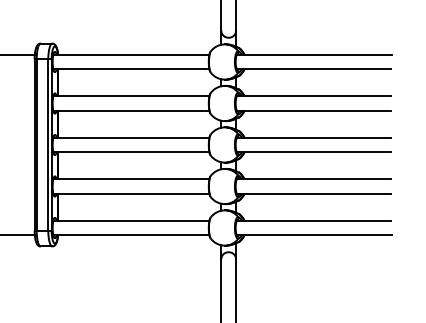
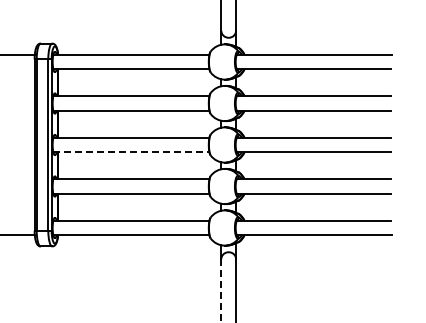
line at (131, 152): solid -> dashed
line at (221, 291): solid -> dashed
